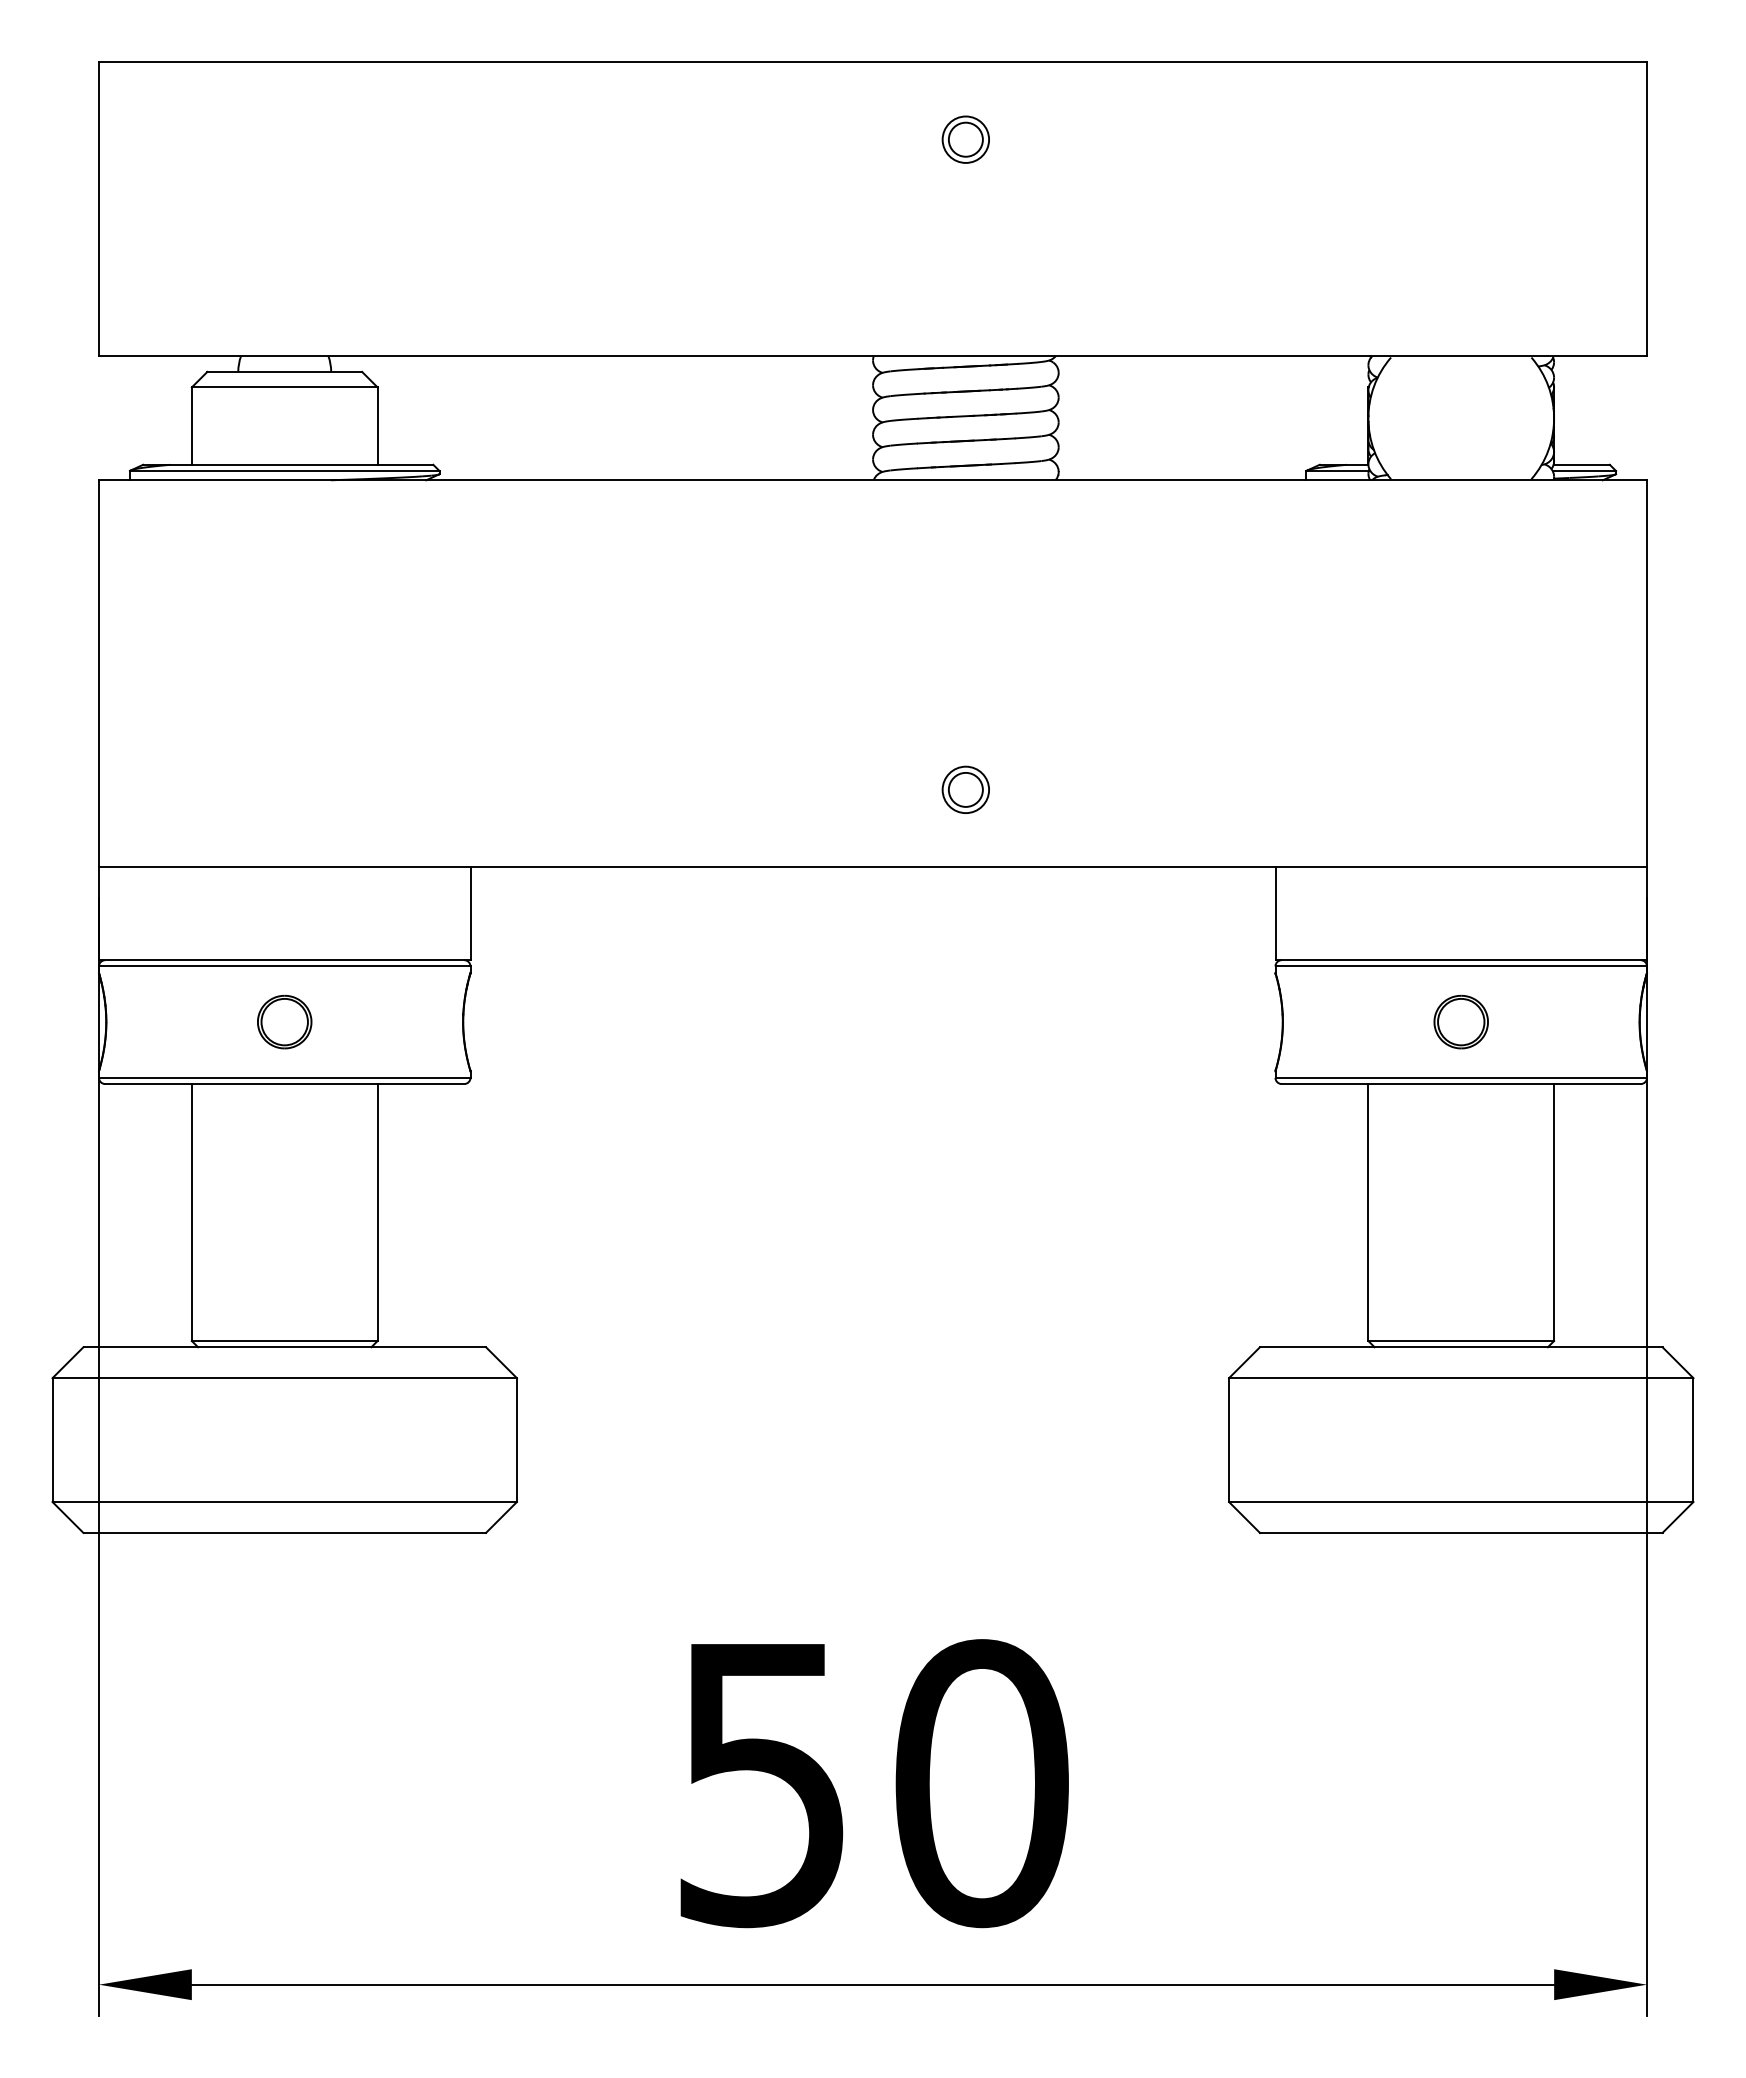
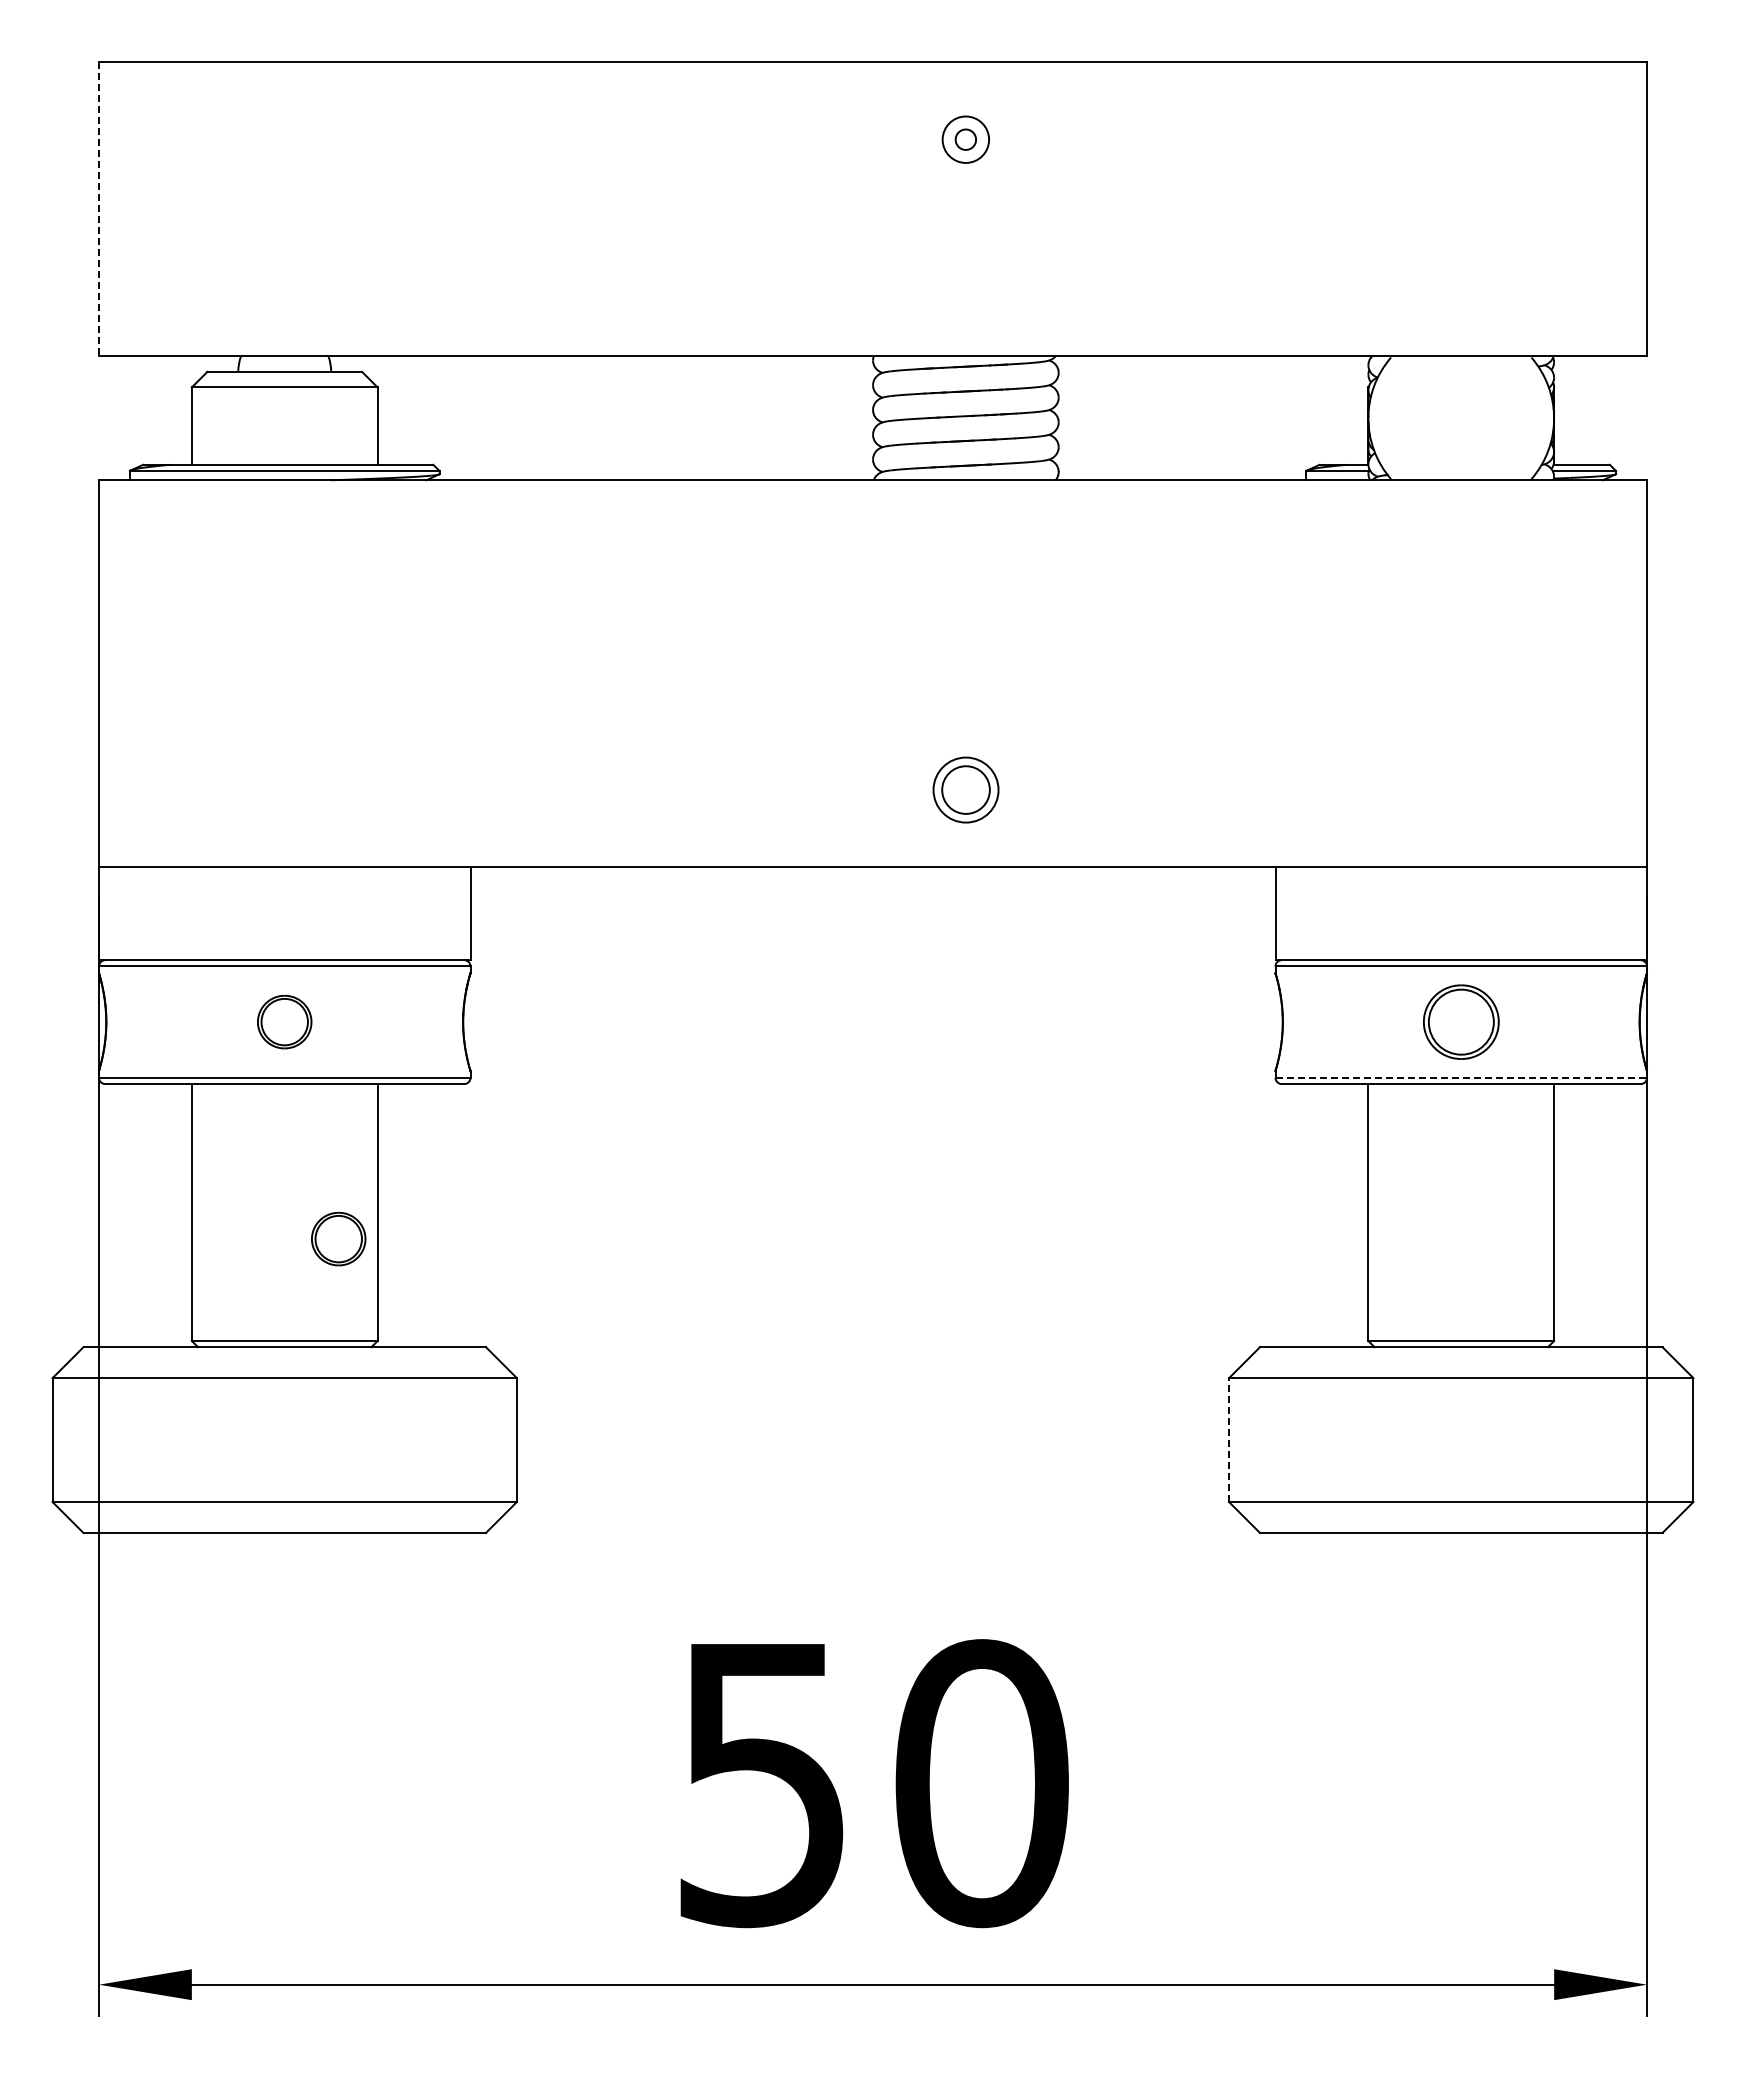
circle at (965, 139) diameter: 34 px -> 20 px
line at (98, 209): solid -> dashed
part at (965, 789) size: 49x49 px -> 68x68 px
part at (1460, 1021) size: 56x56 px -> 77x76 px
line at (1461, 1077): solid -> dashed
part at (338, 1238): none -> present
line at (1229, 1440): solid -> dashed
